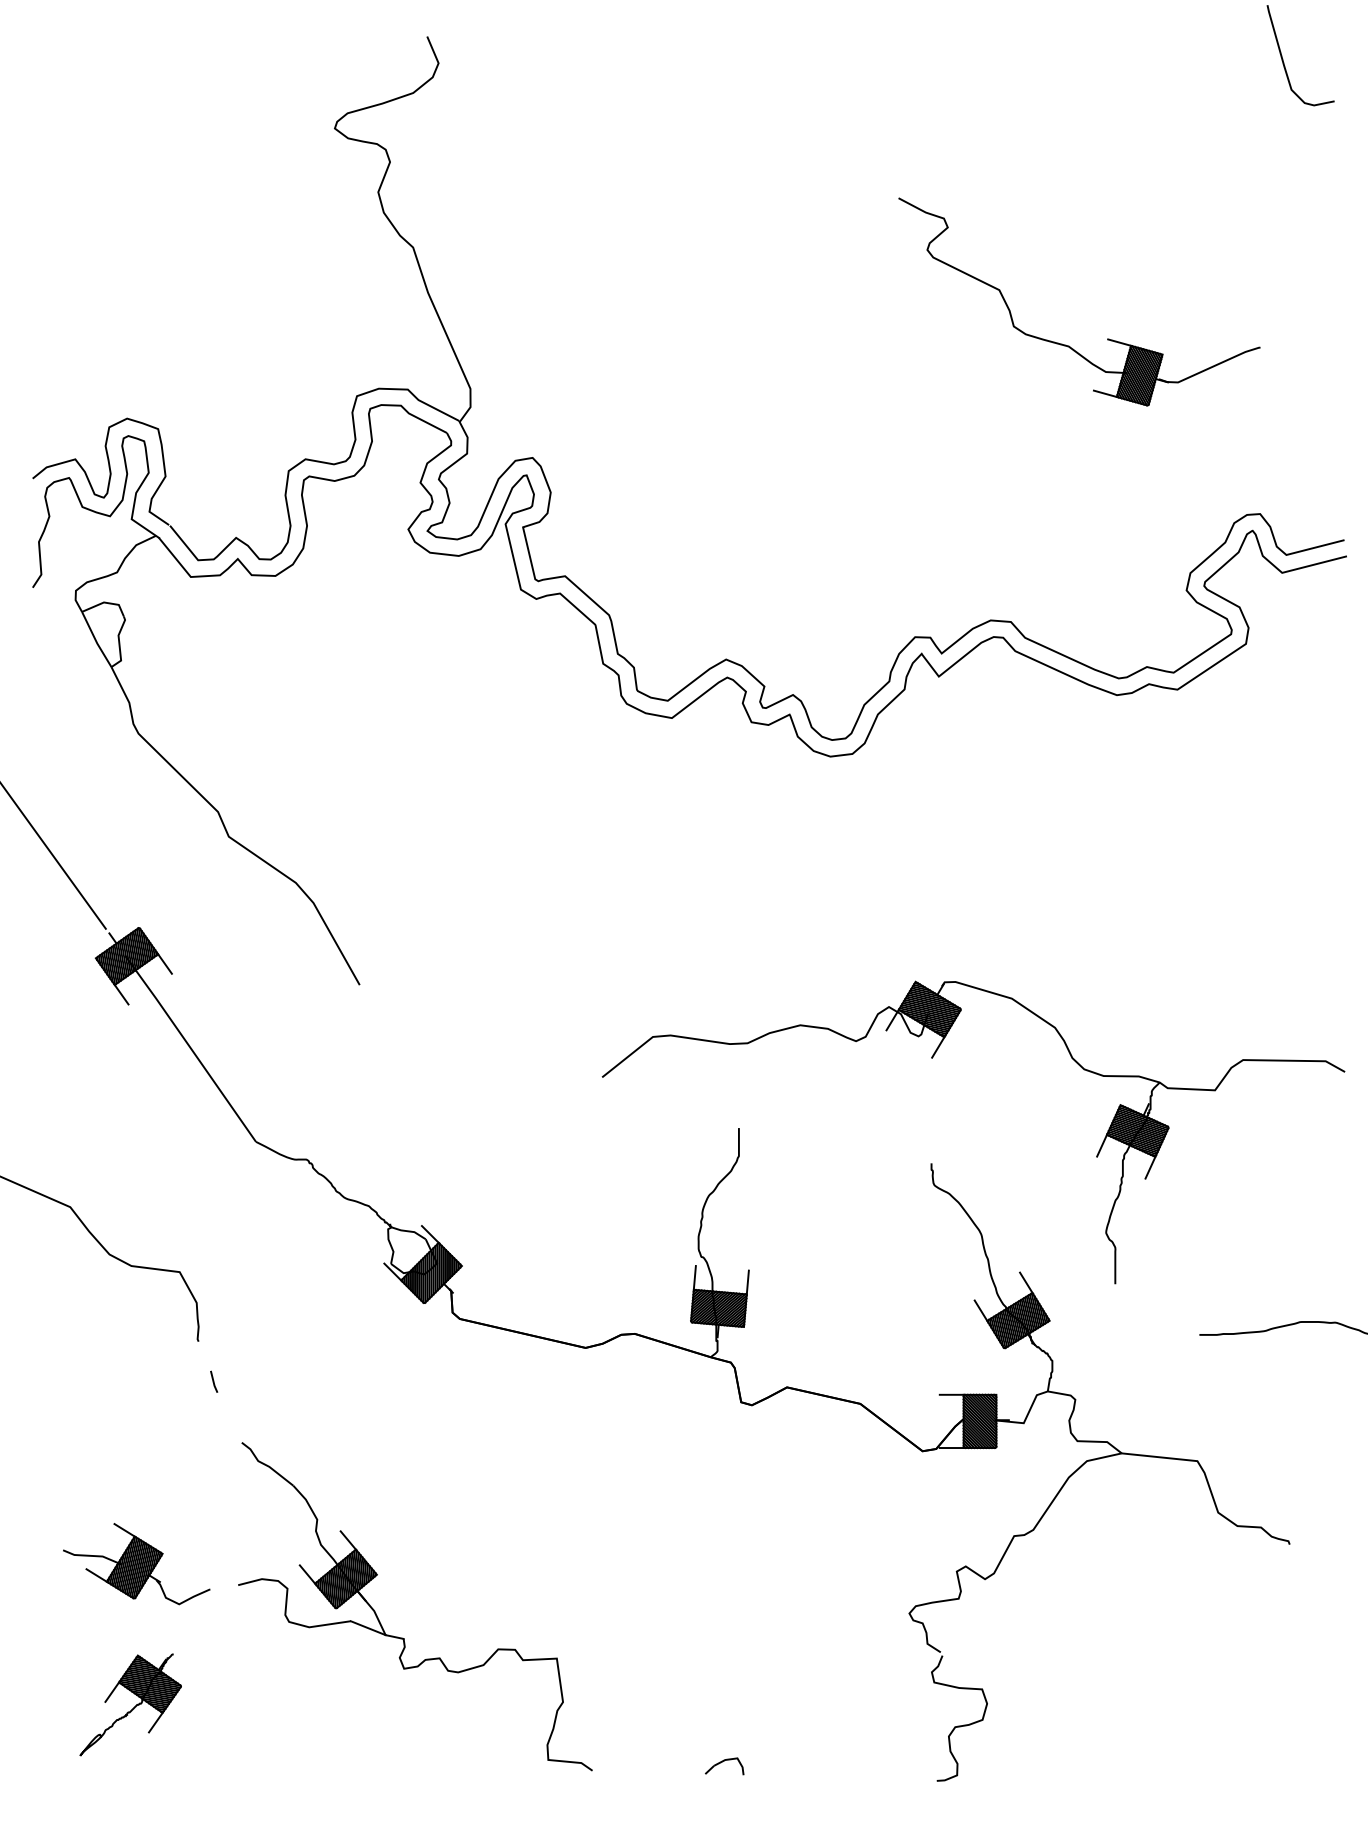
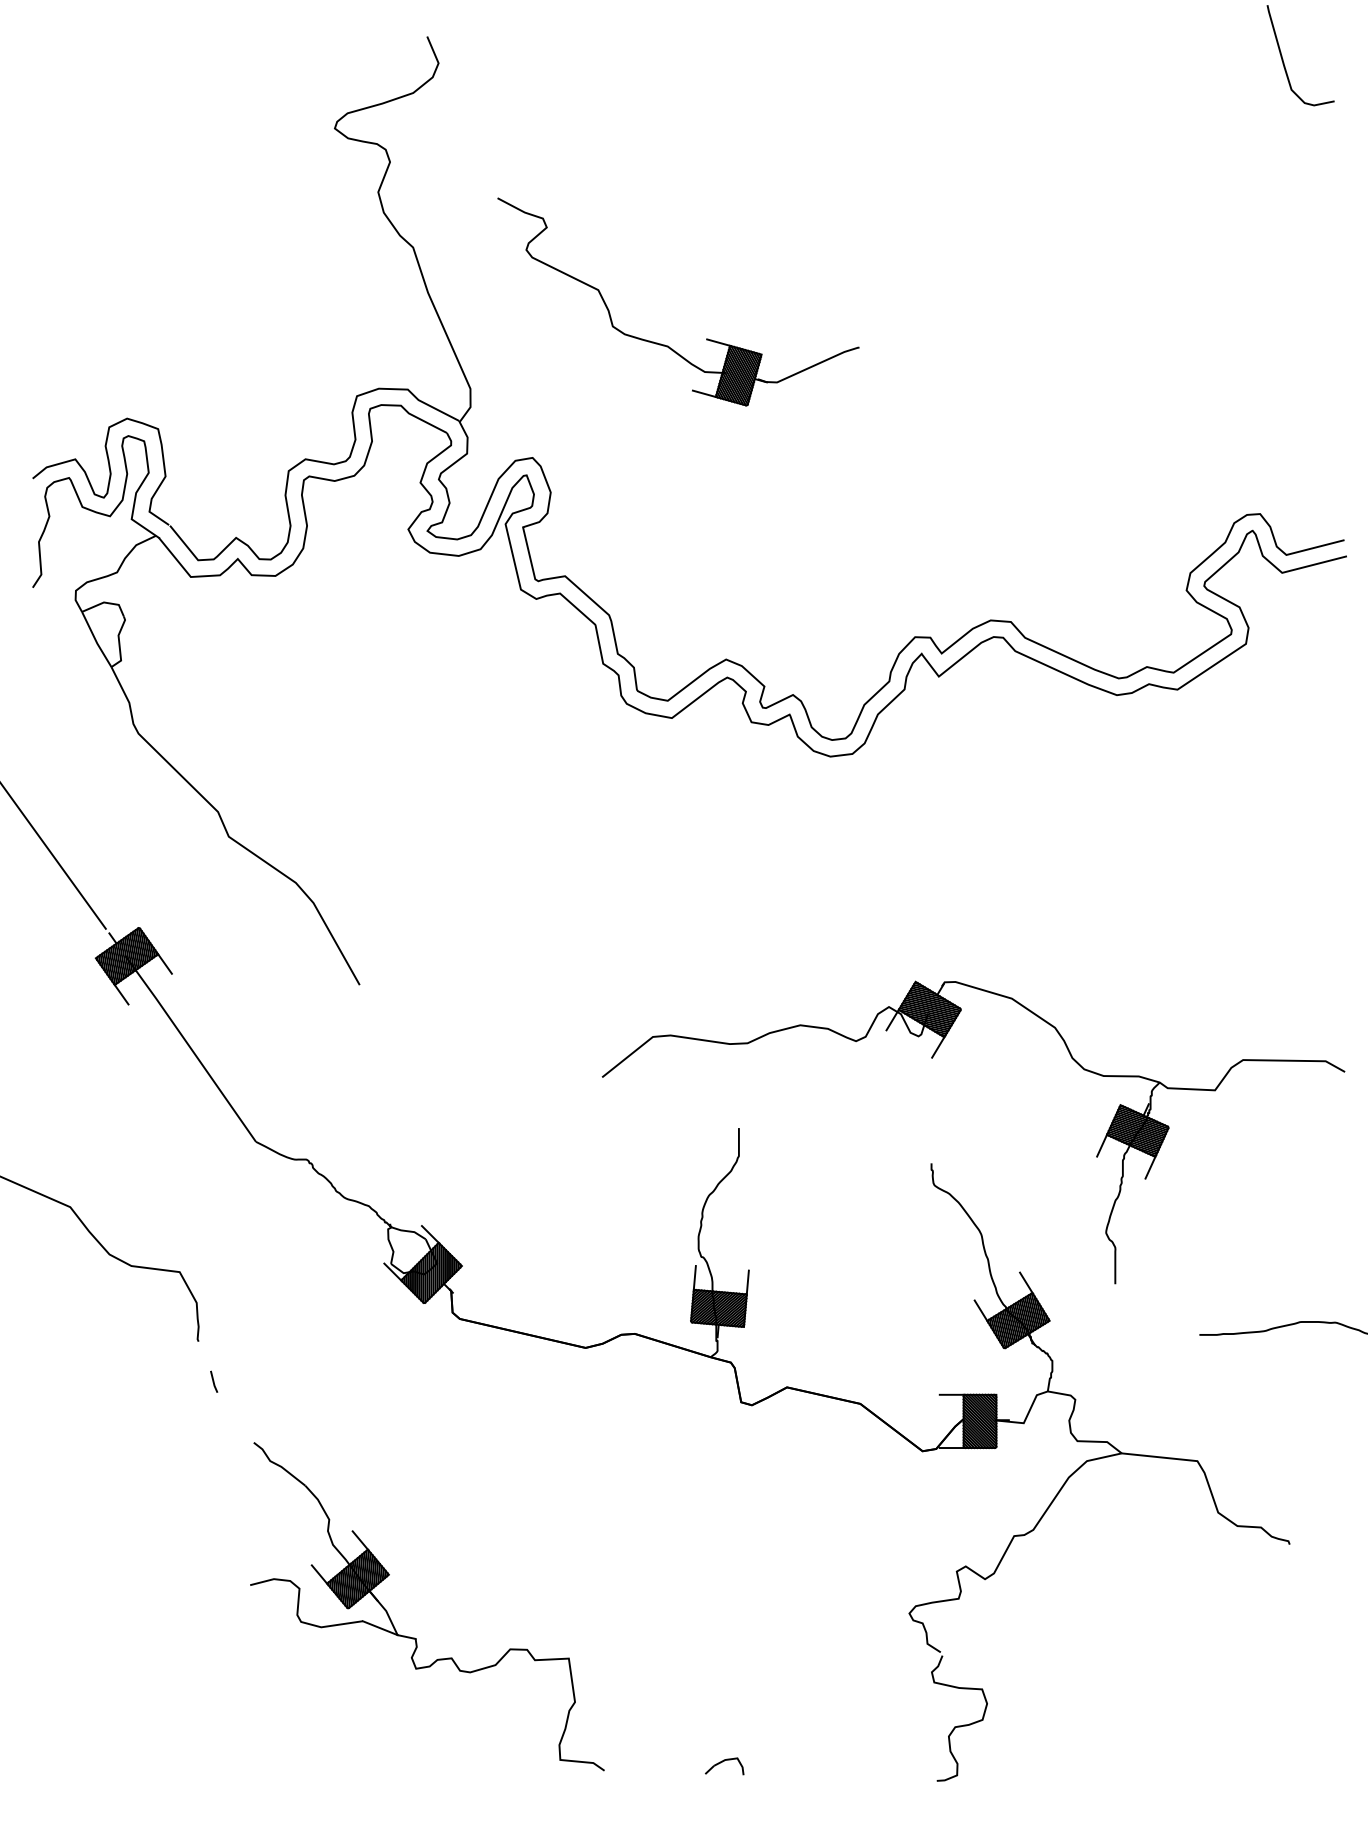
part at (1069, 345) position: (1069, 345) -> (668, 345)
part at (136, 1564): present -> none
part at (402, 1637) position: (402, 1637) -> (414, 1637)
part at (130, 1704): present -> none
